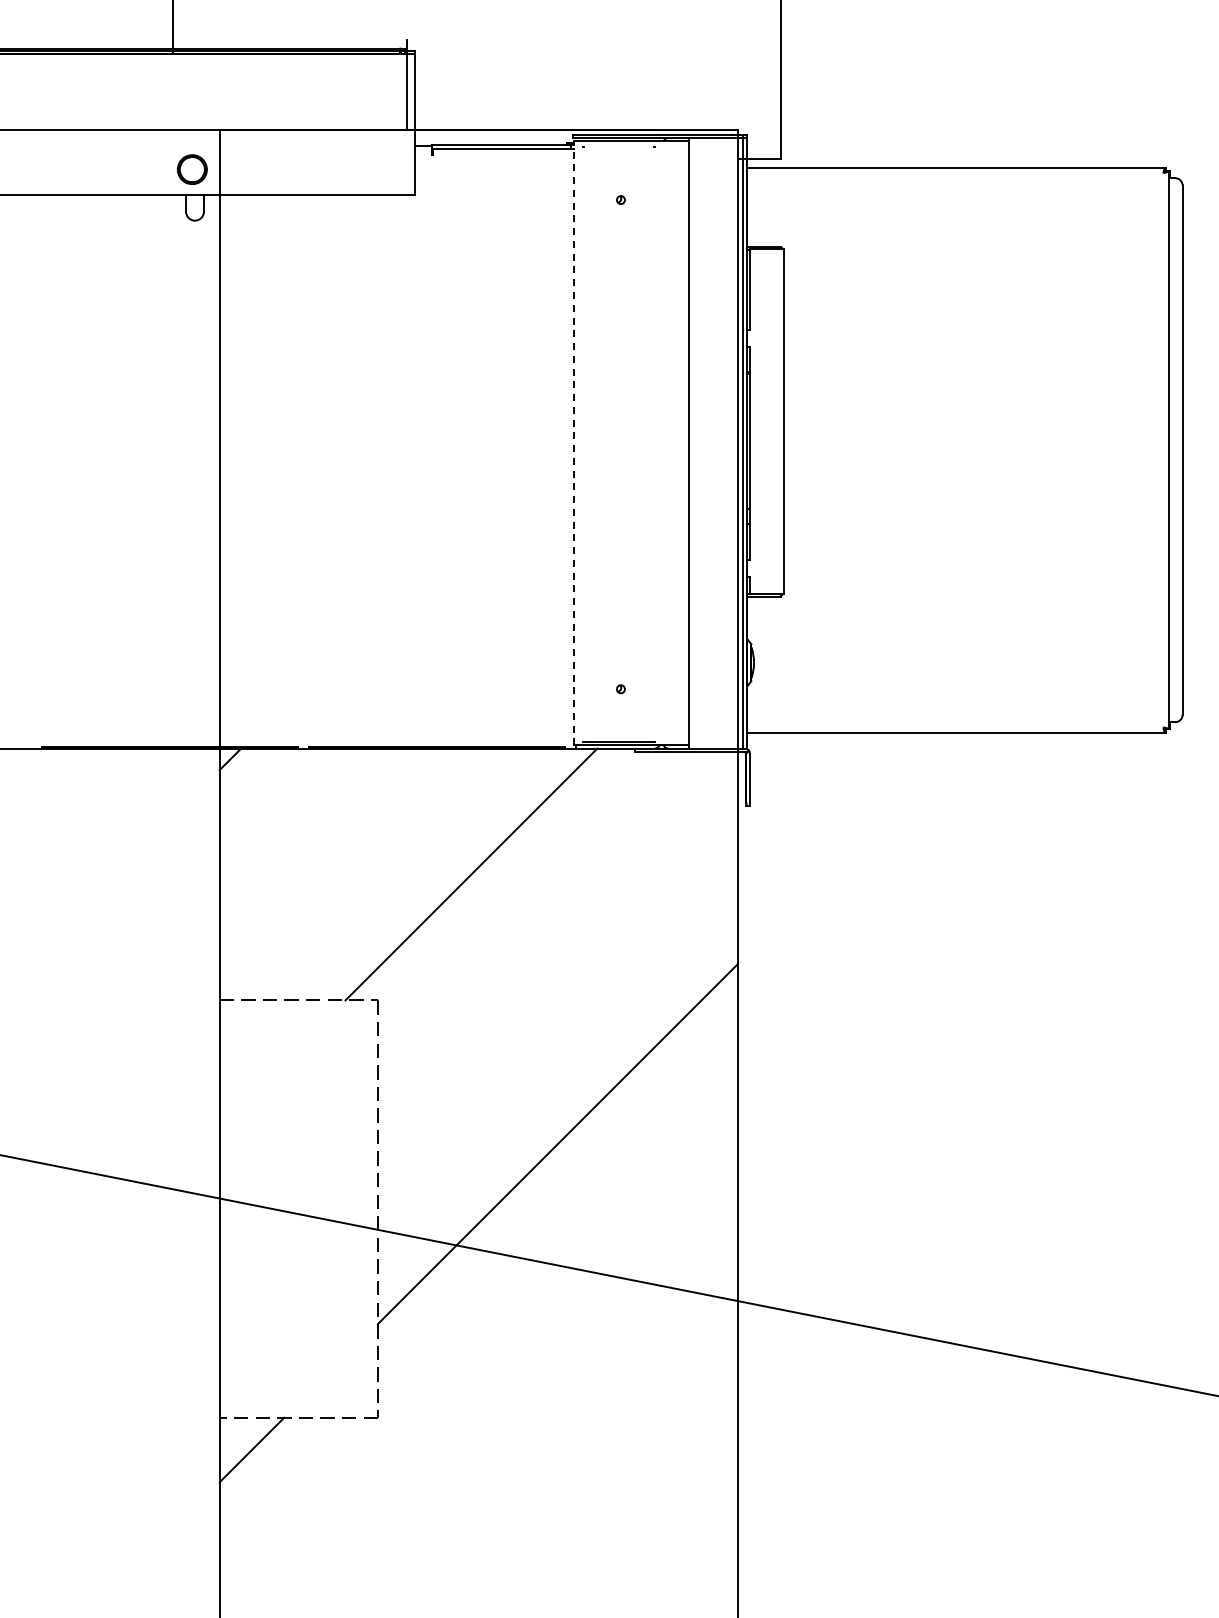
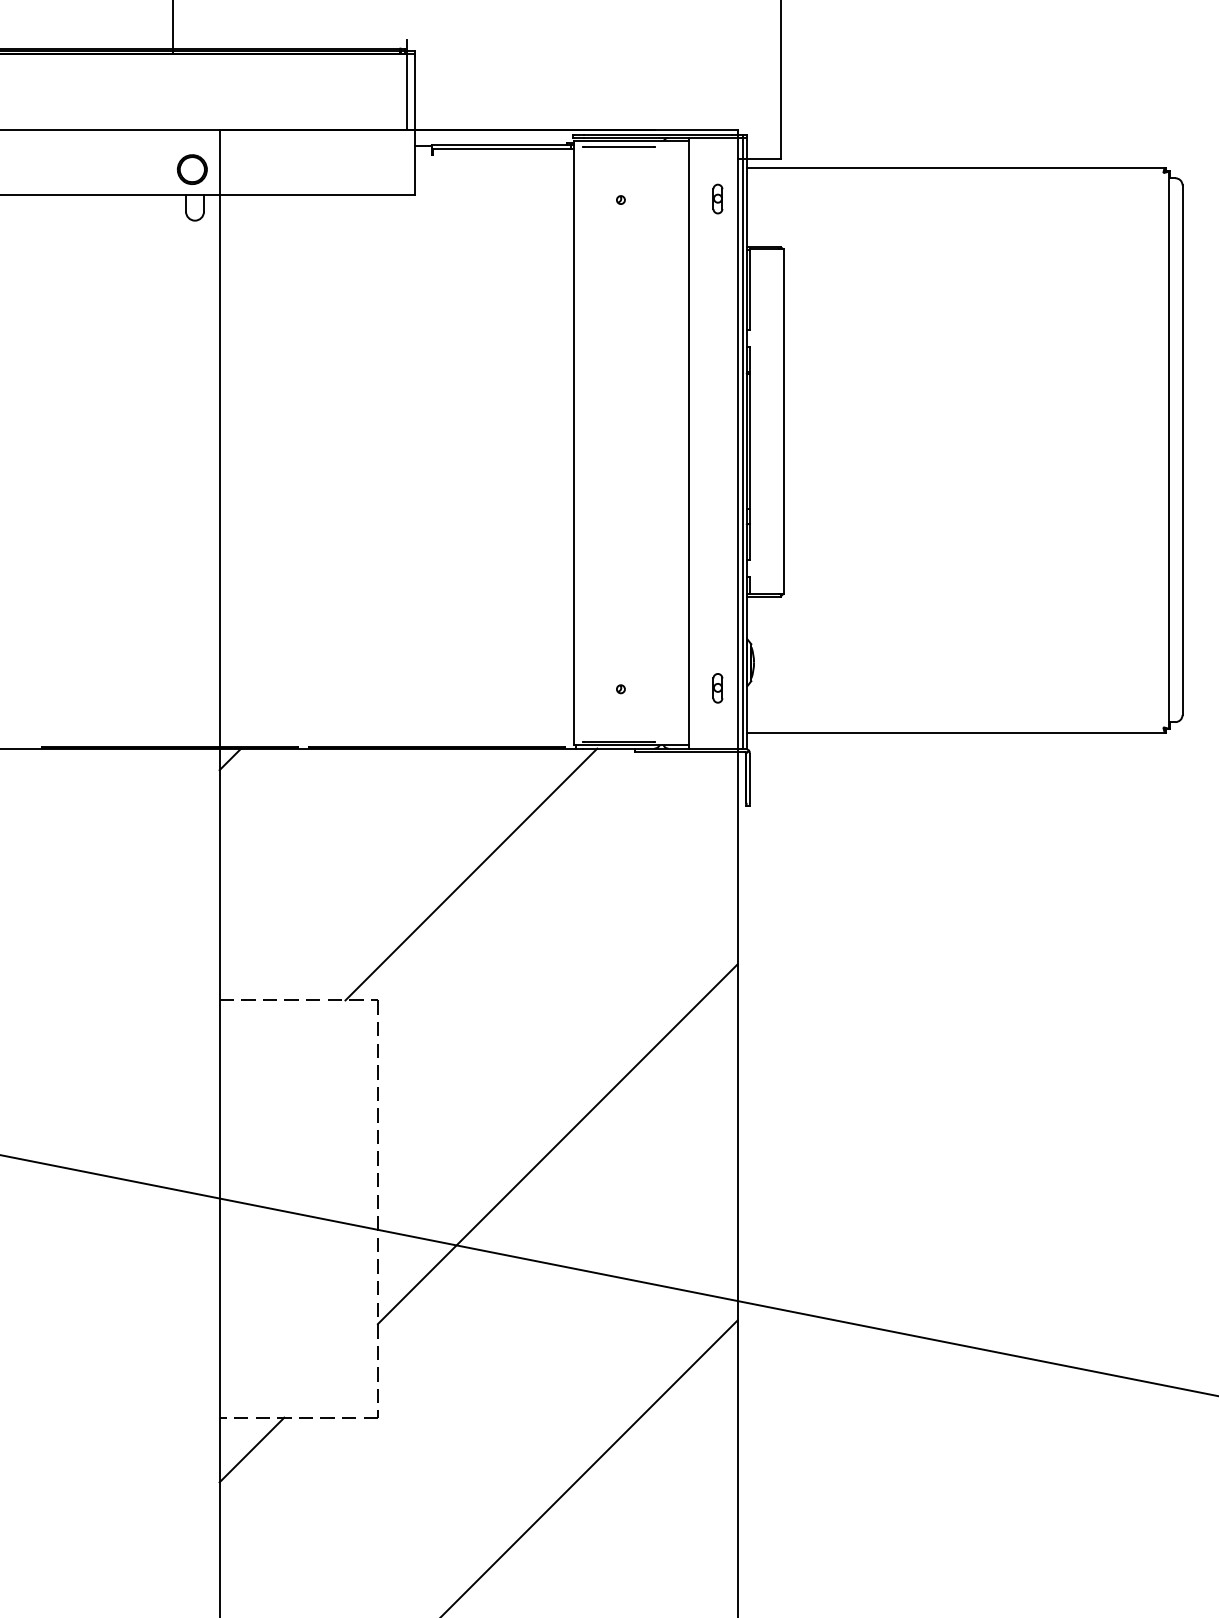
line at (618, 147): none -> present
part at (717, 198): none -> present
line at (574, 442): dashed -> solid
part at (717, 688): none -> present
line at (590, 1467): none -> present
